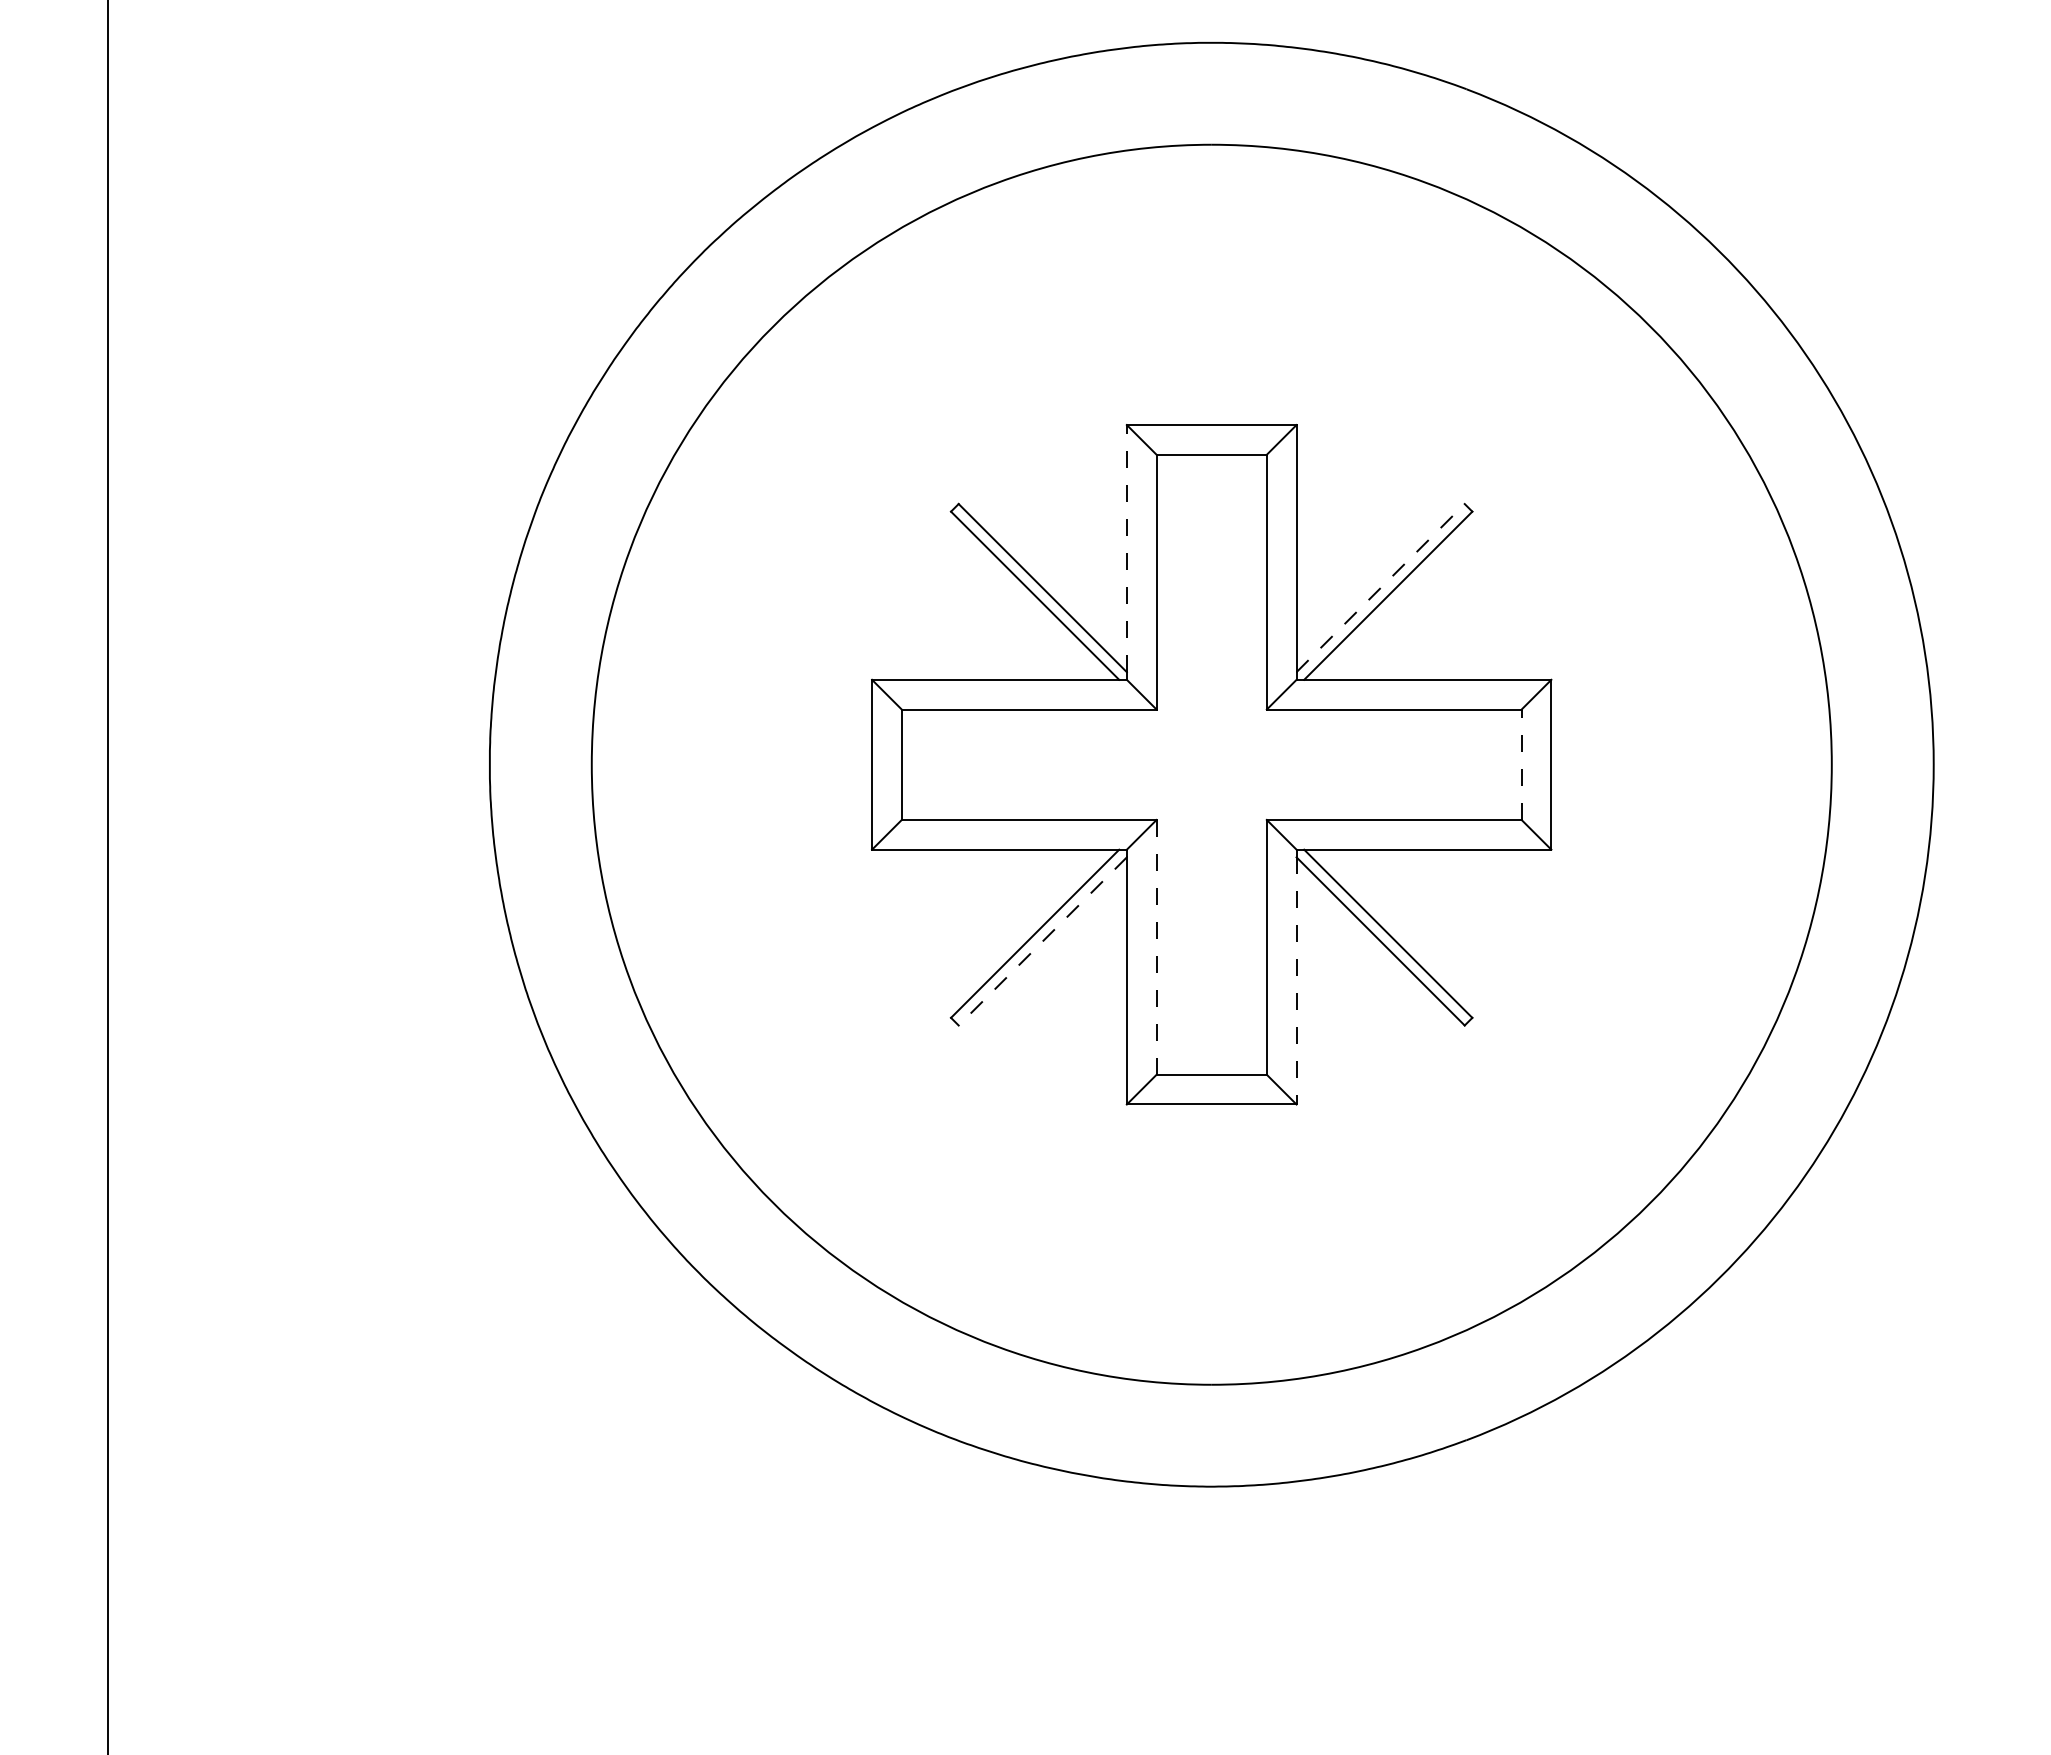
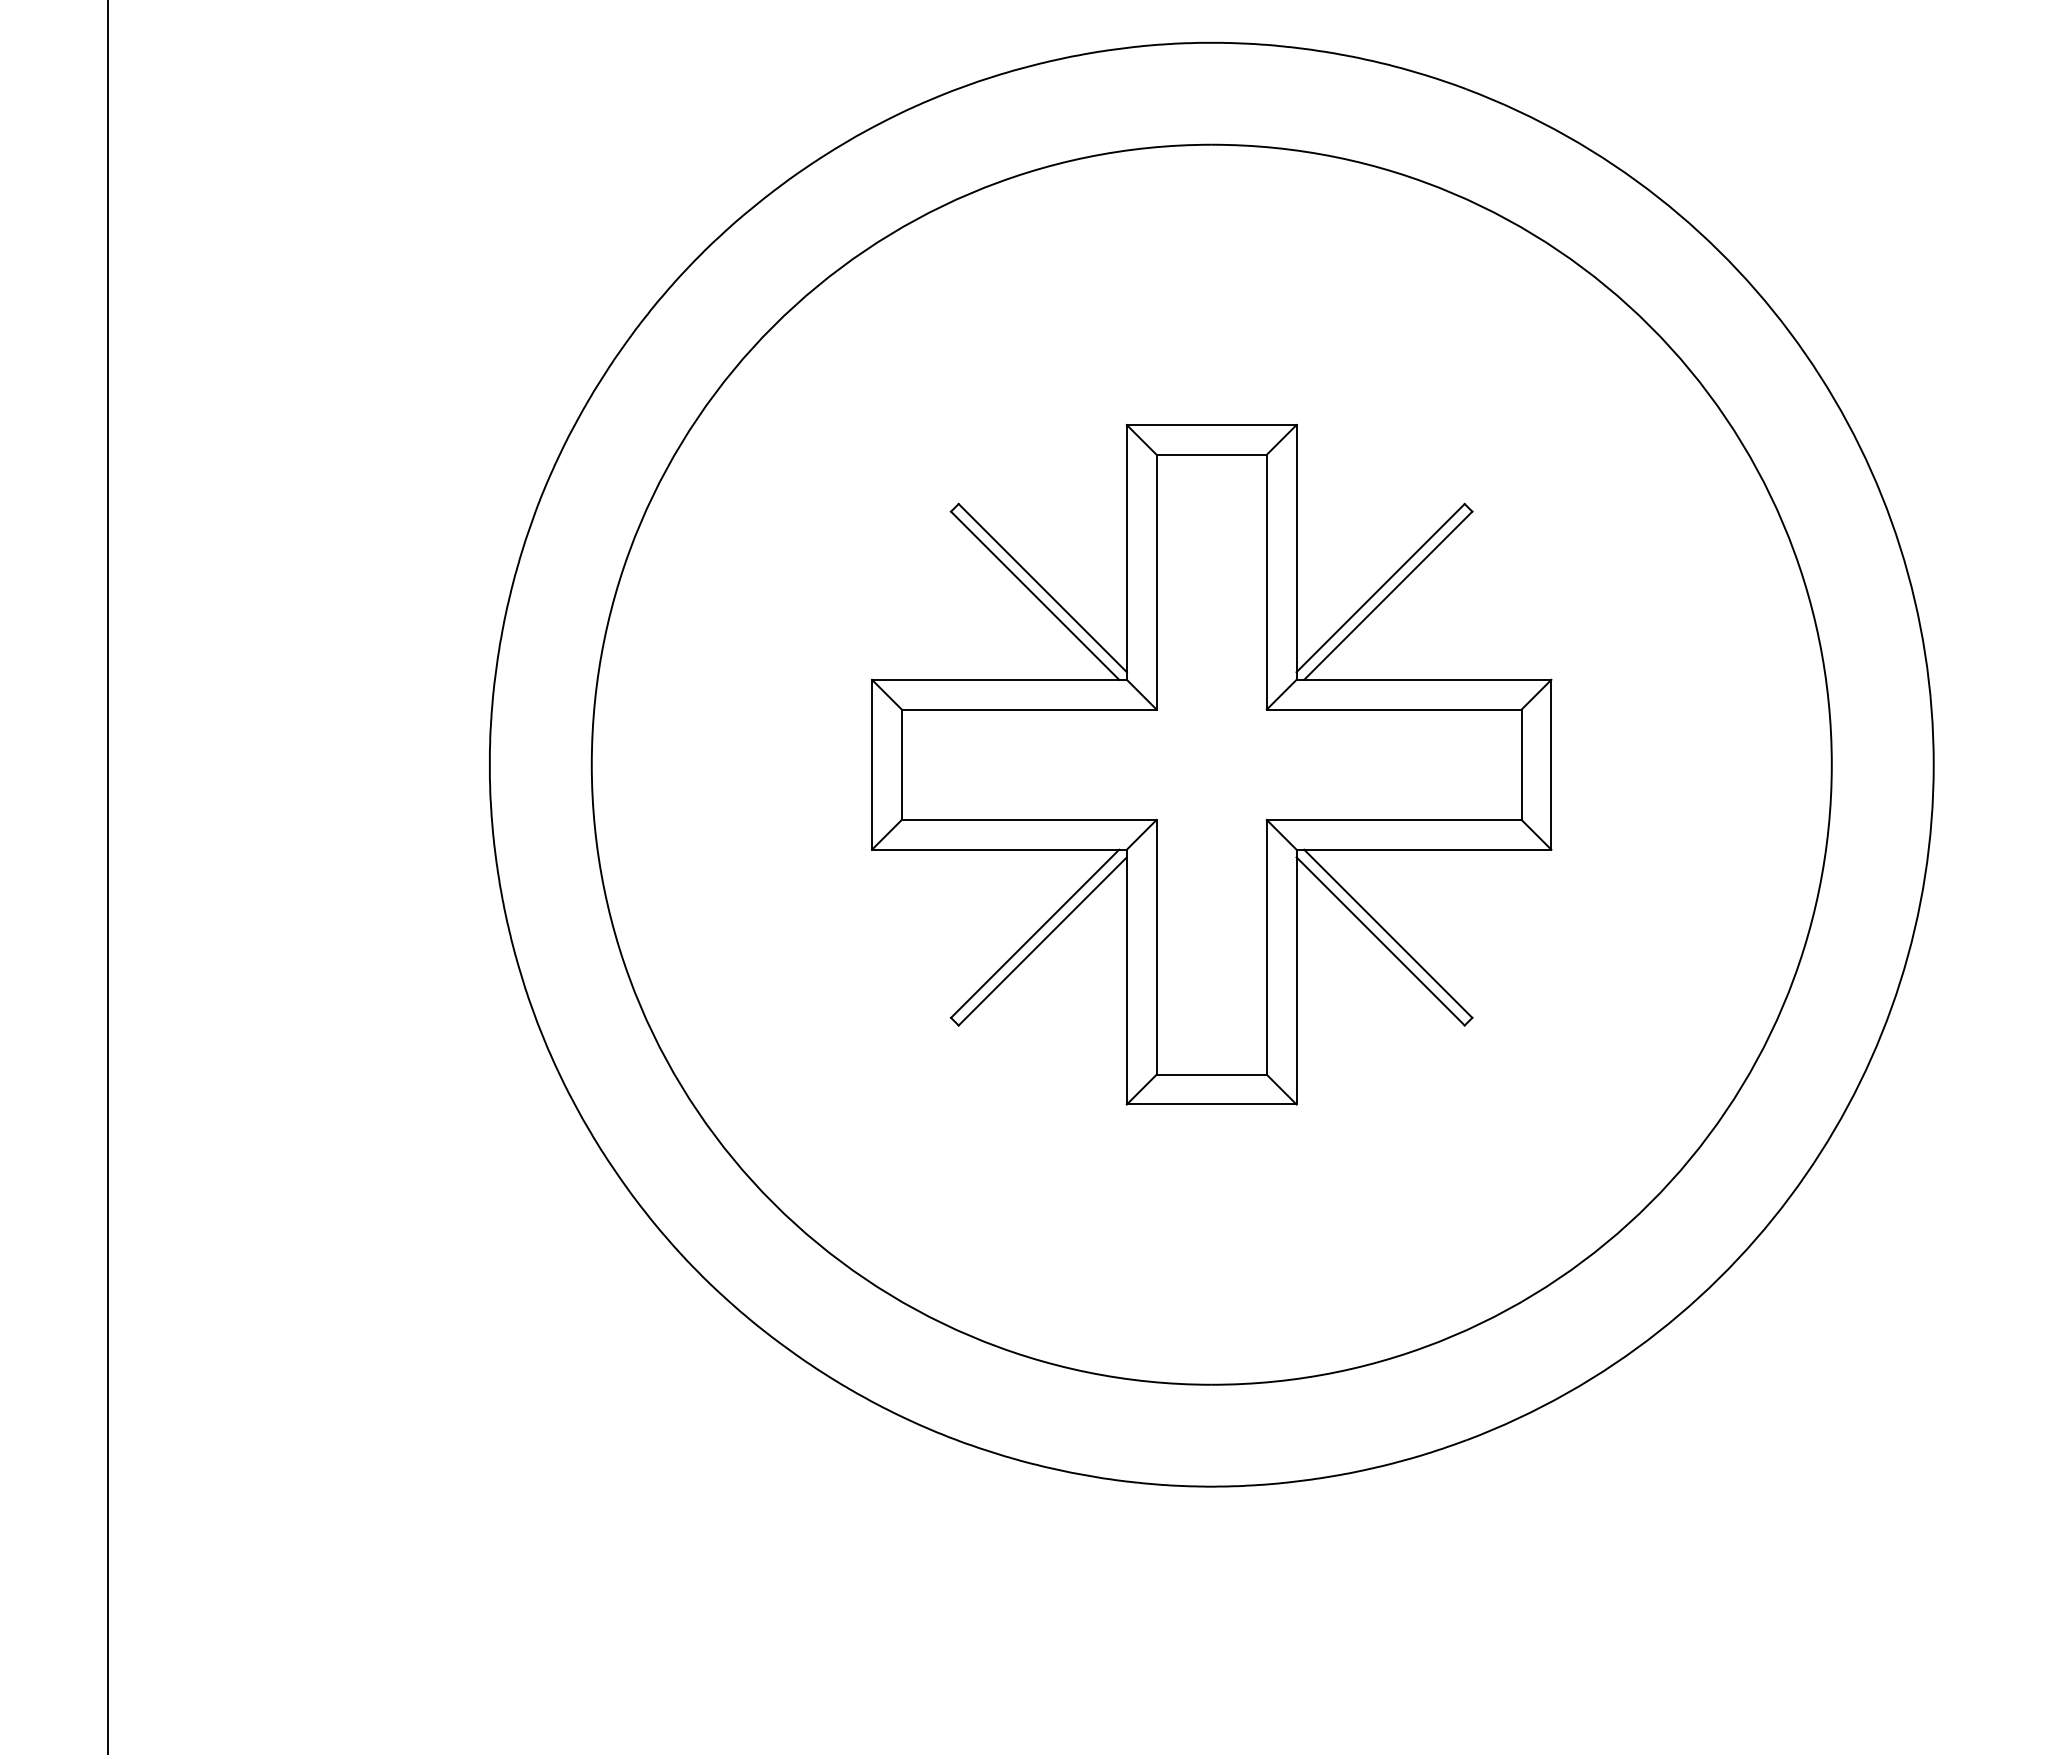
line at (1126, 548): dashed -> solid
line at (1380, 588): dashed -> solid
line at (1521, 764): dashed -> solid
line at (1042, 941): dashed -> solid
line at (1156, 947): dashed -> solid
line at (1296, 980): dashed -> solid
